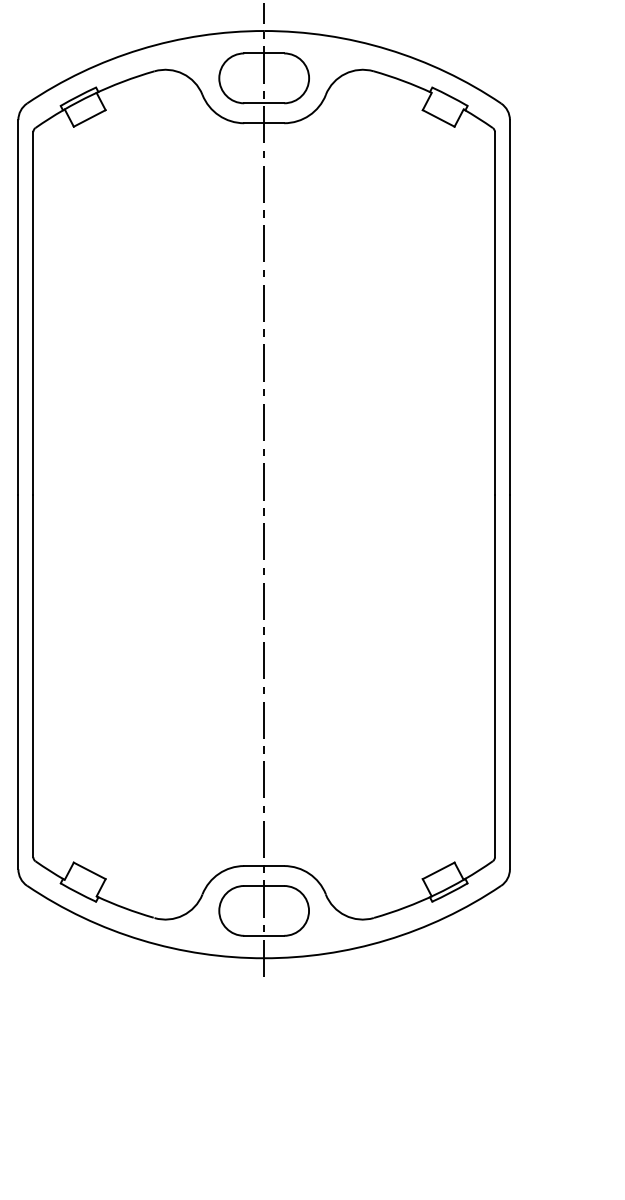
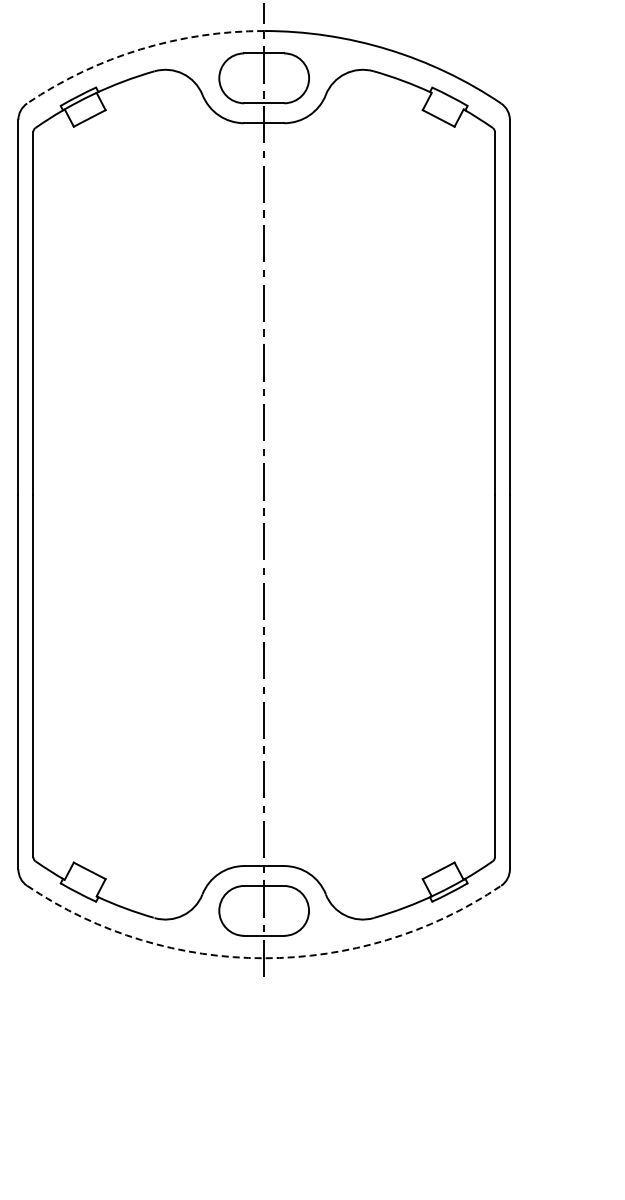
arc at (140, 49): solid -> dashed
arc at (264, 958): solid -> dashed
